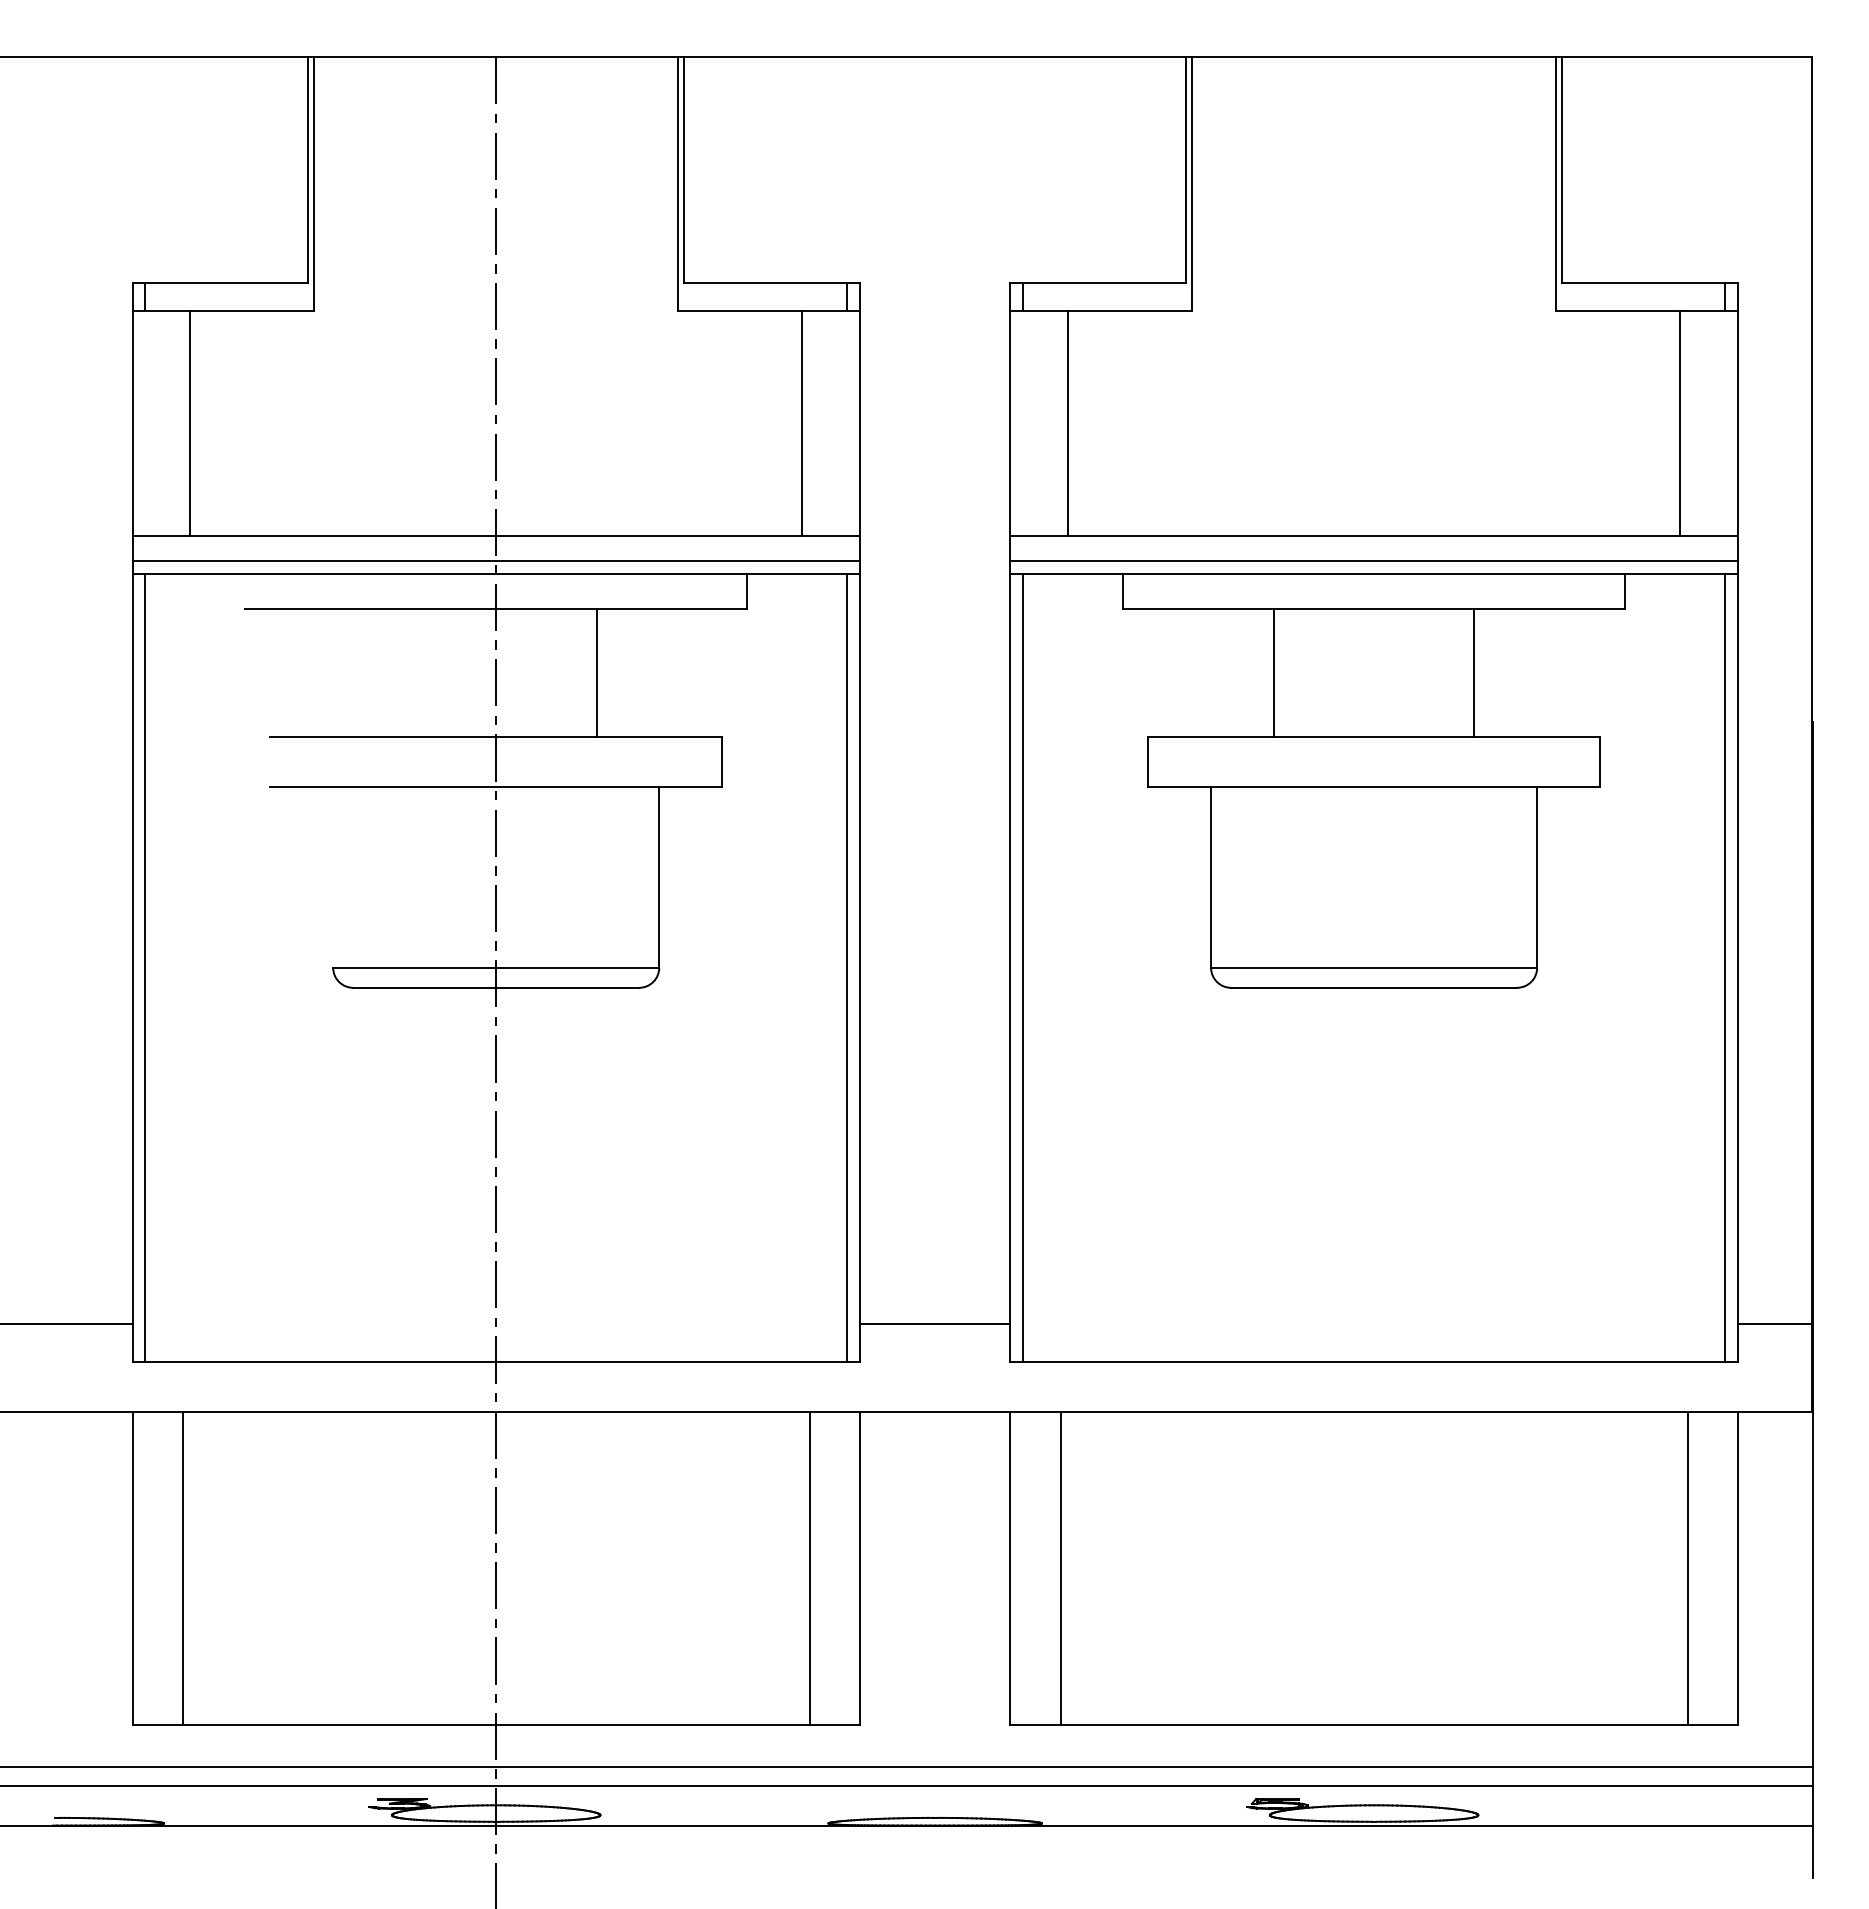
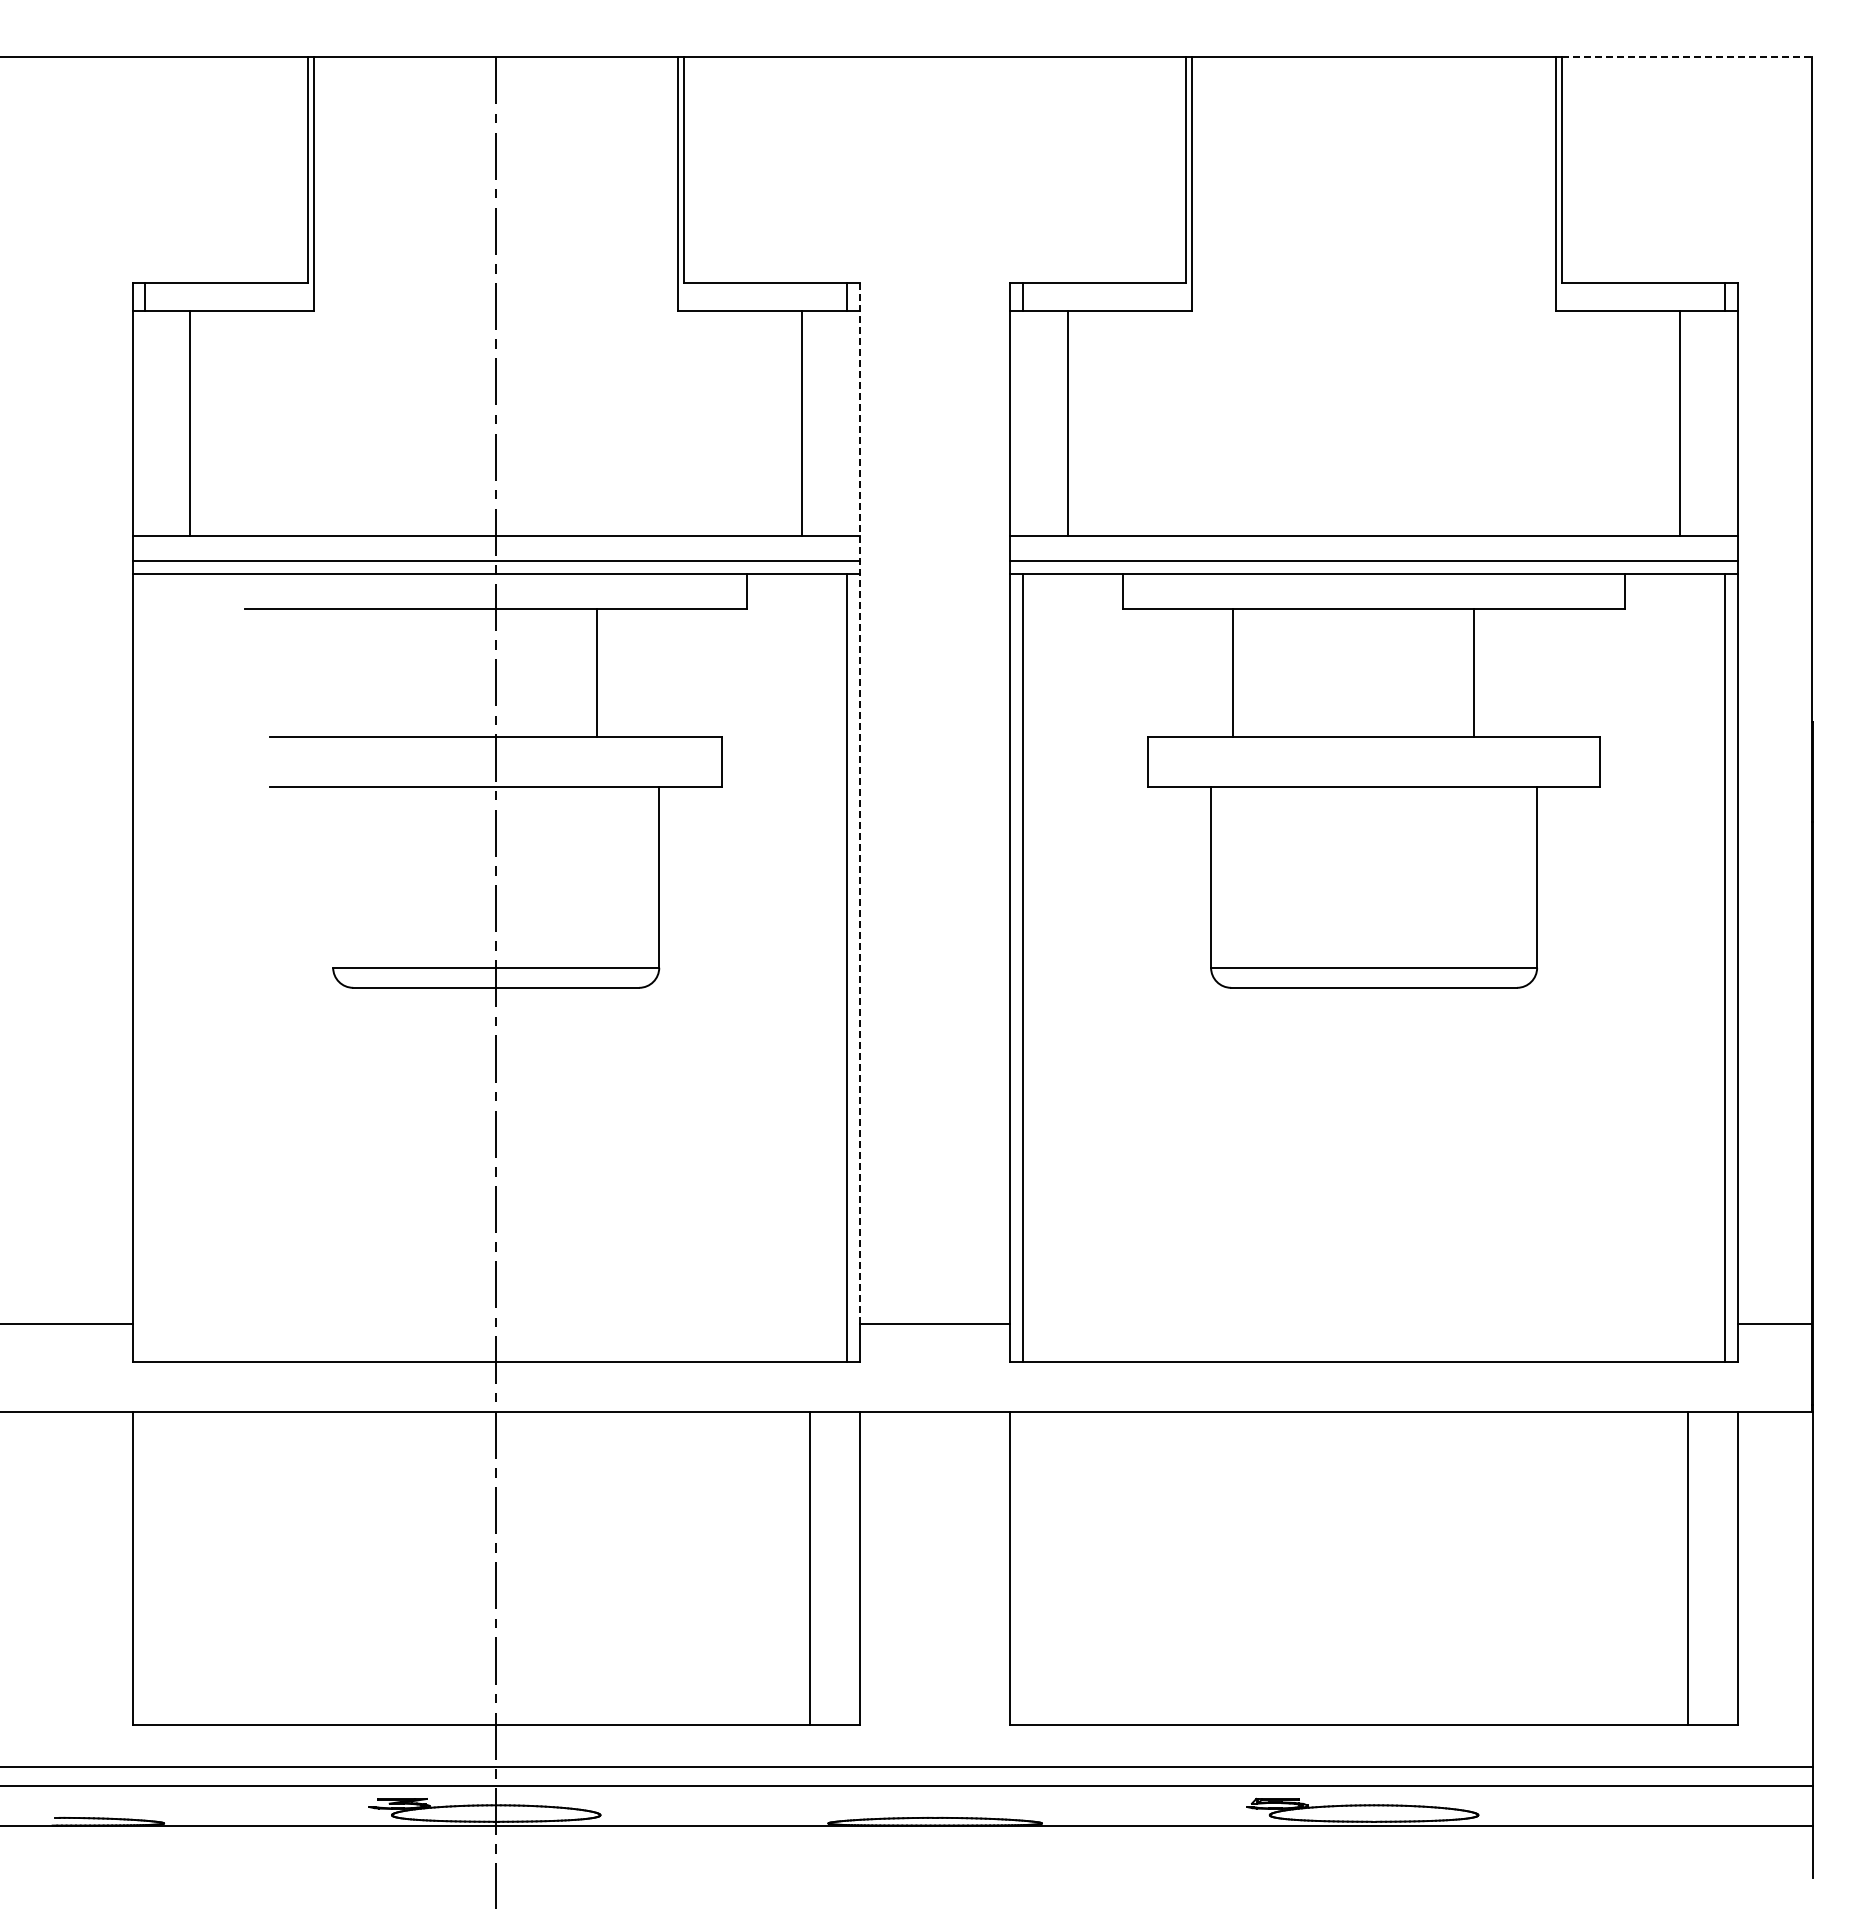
line at (1687, 57): solid -> dashed
line at (1273, 673) position: (1273, 673) -> (1232, 673)
line at (859, 802): solid -> dashed
line at (145, 967): present -> none
line at (182, 1568): present -> none
line at (1060, 1568): present -> none
